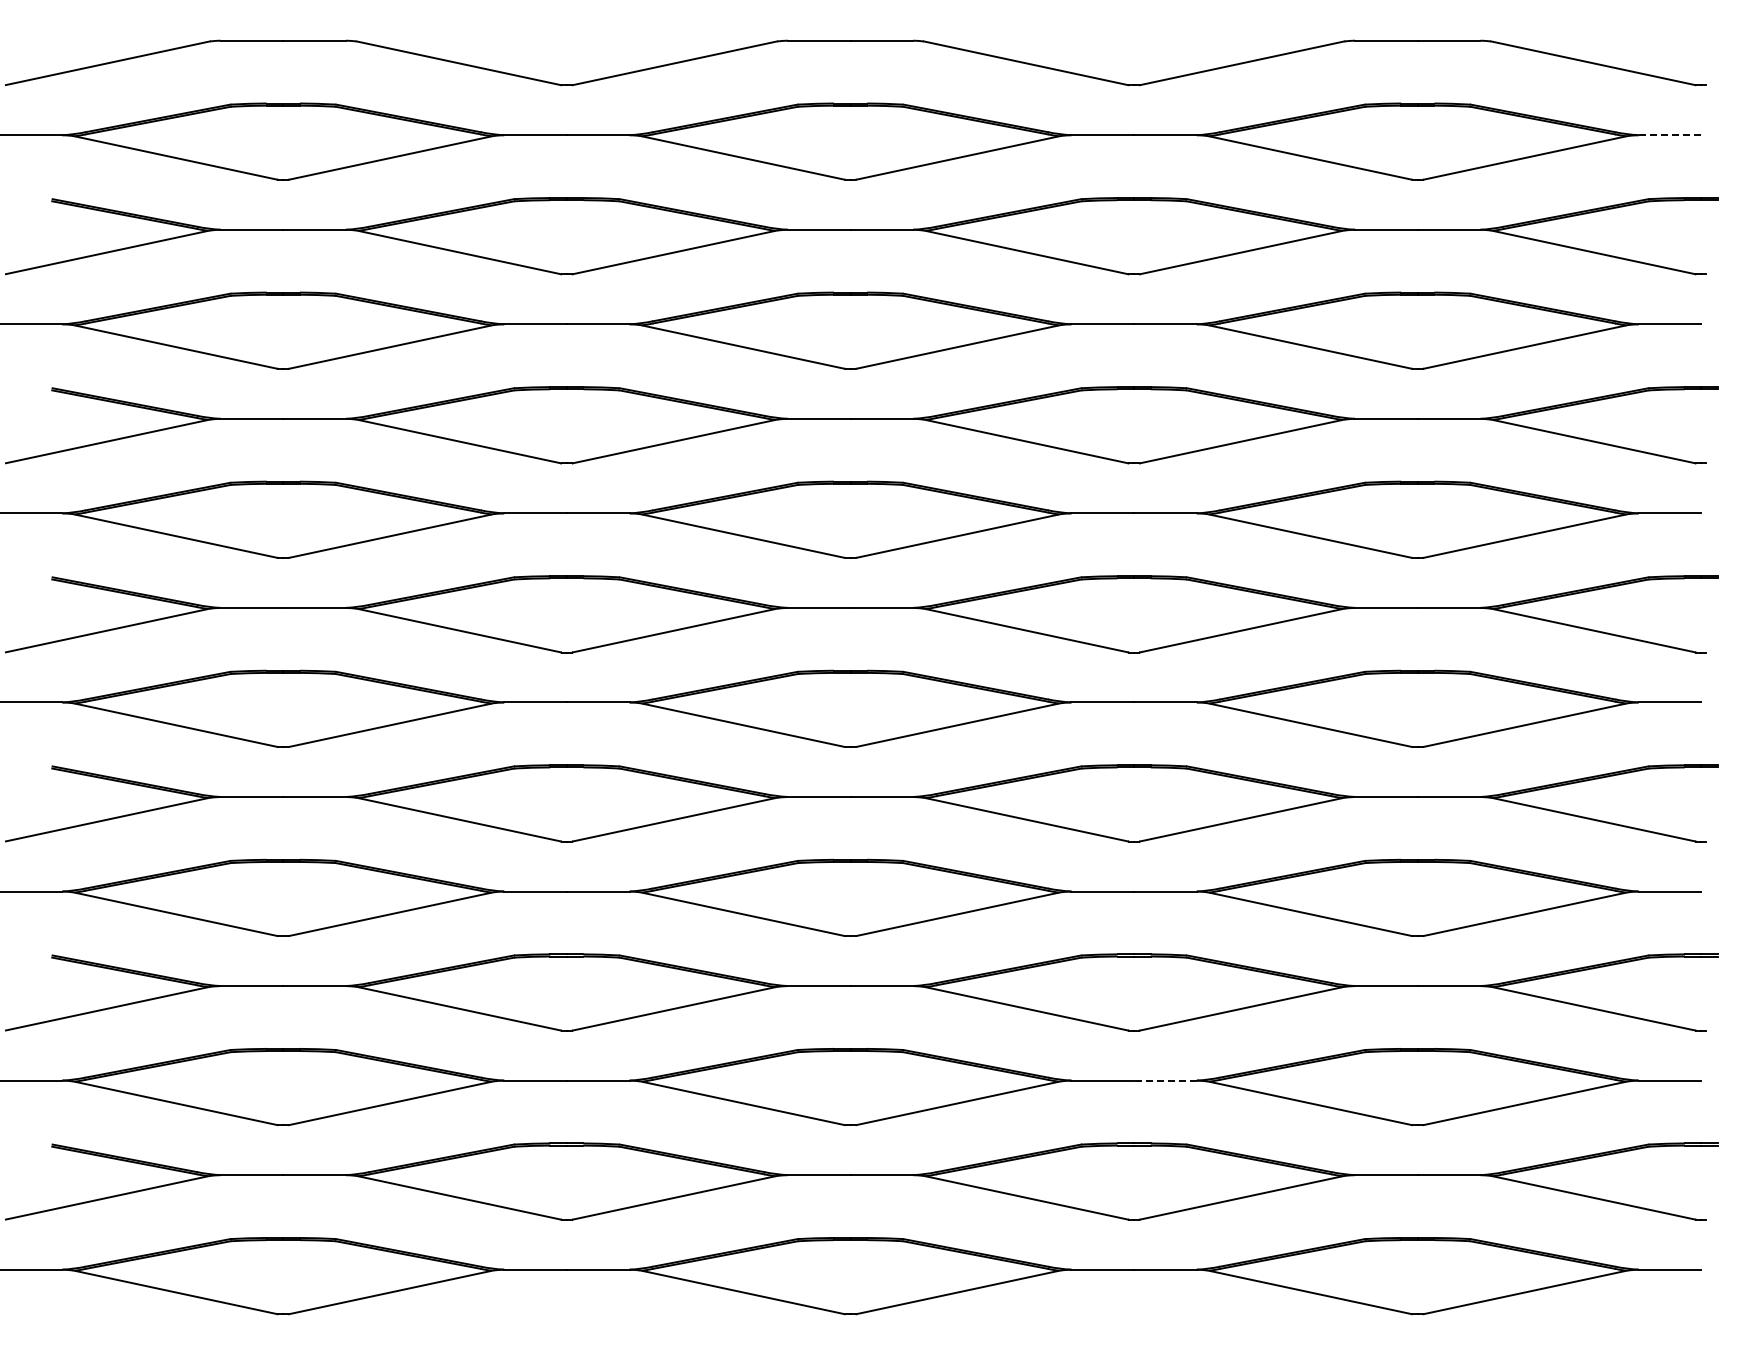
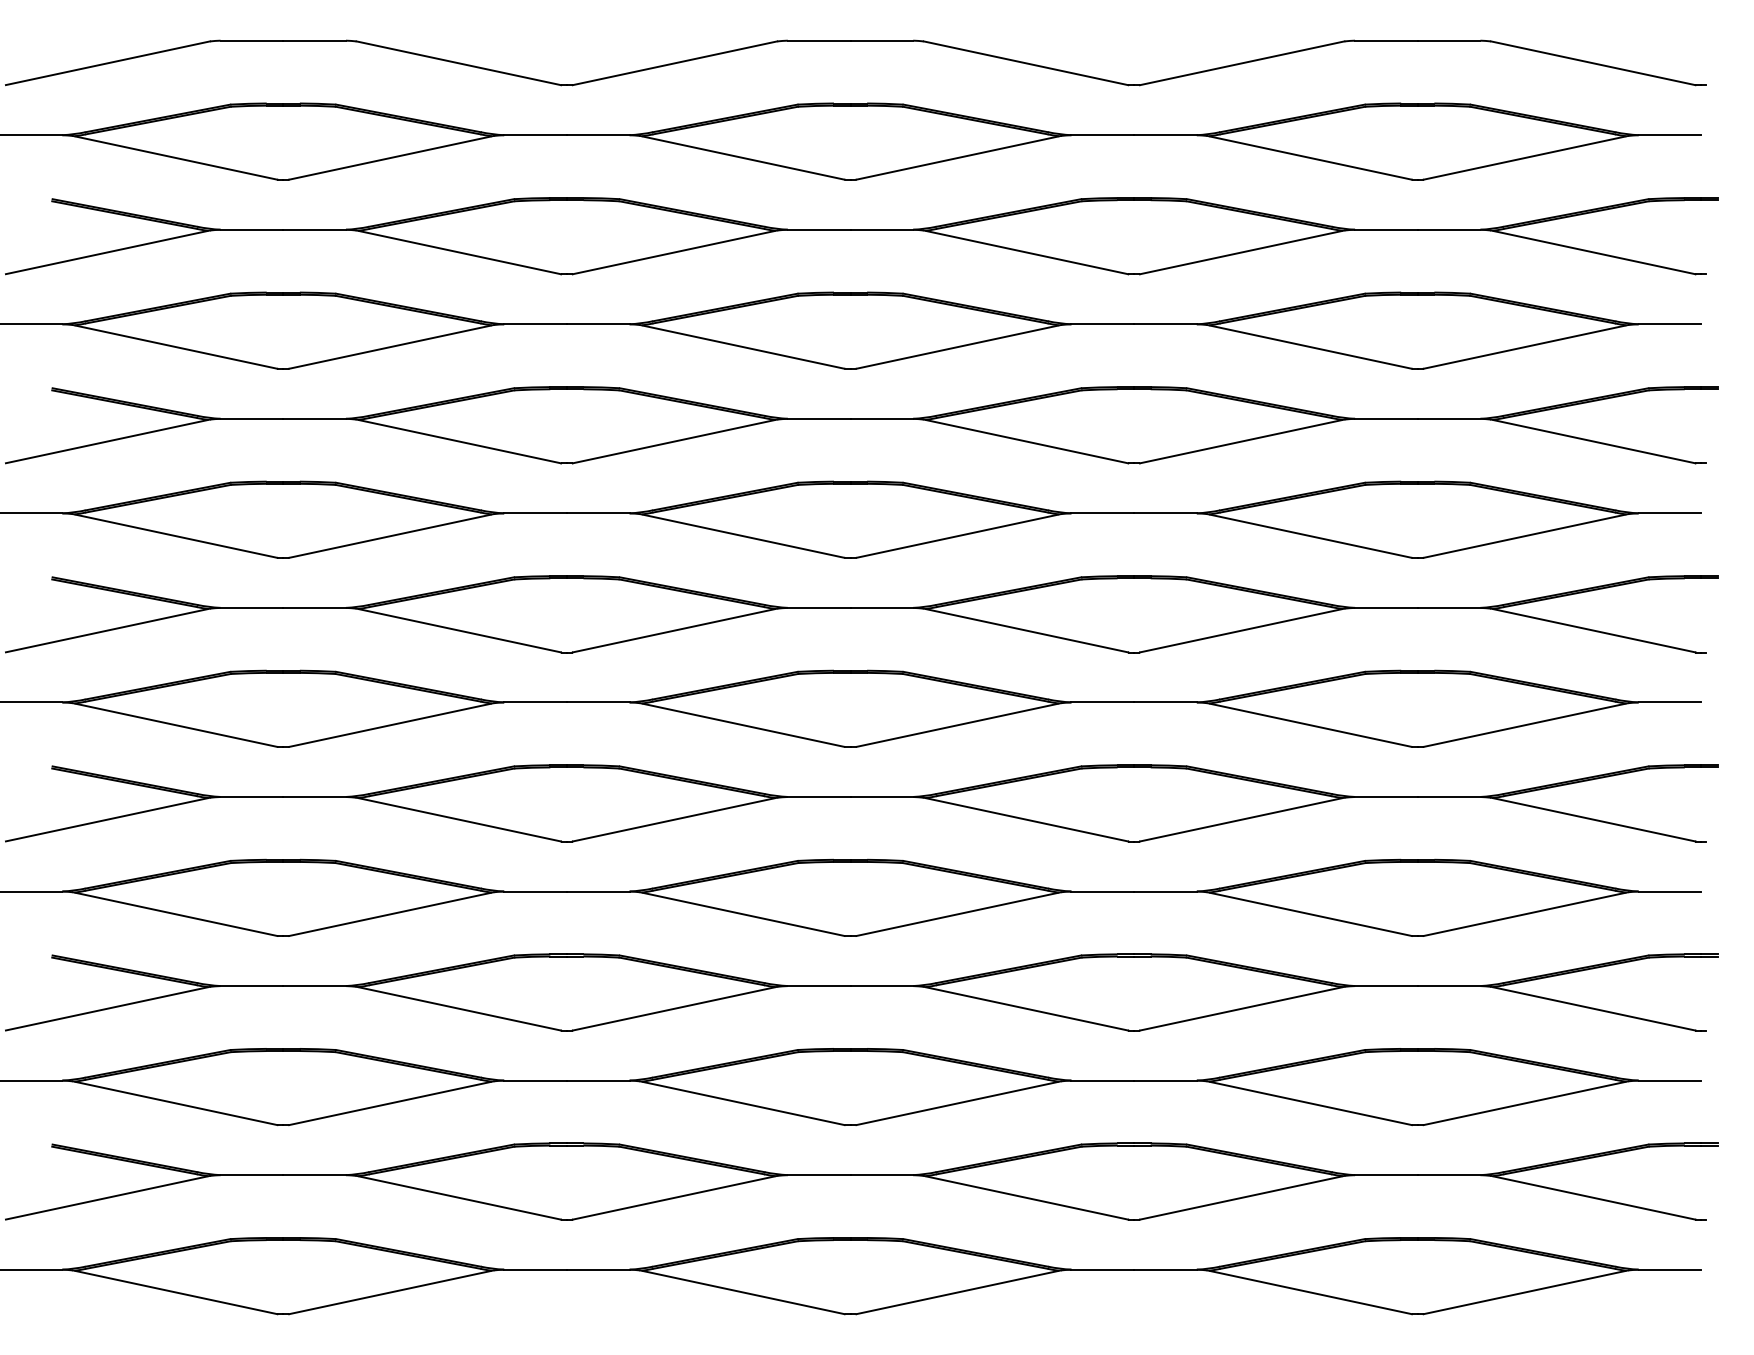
line at (1670, 135): dashed -> solid
line at (1164, 1080): dashed -> solid
